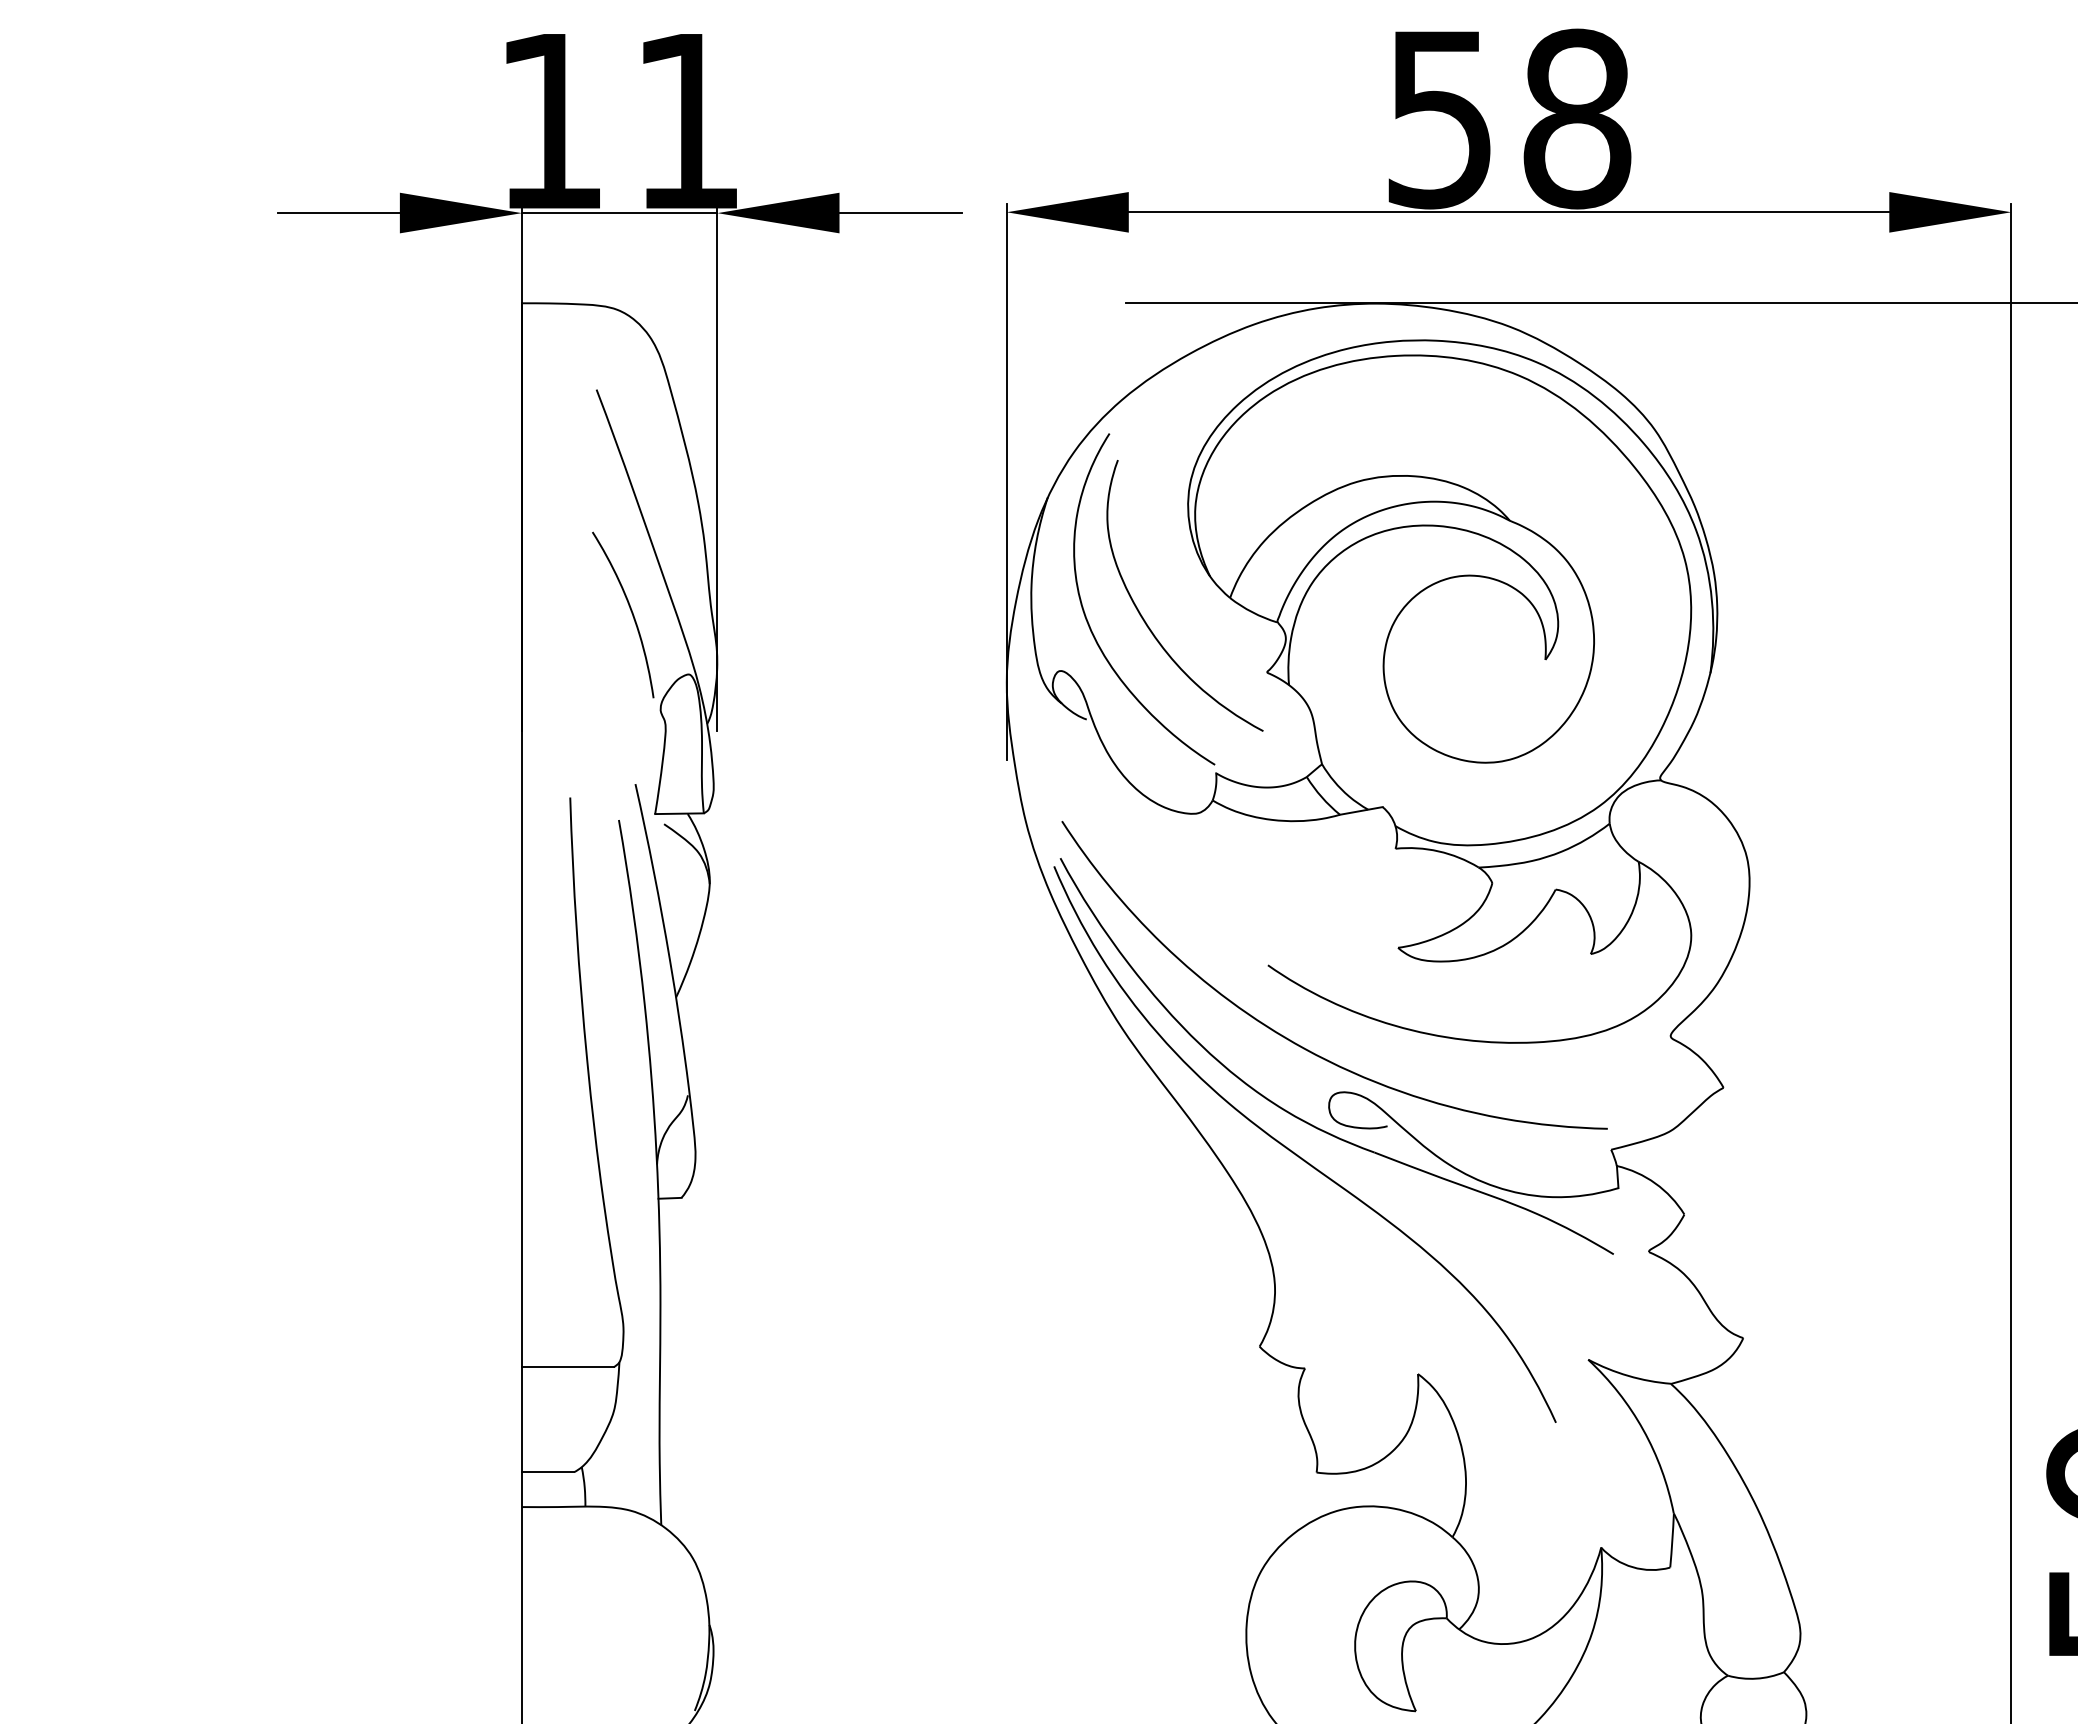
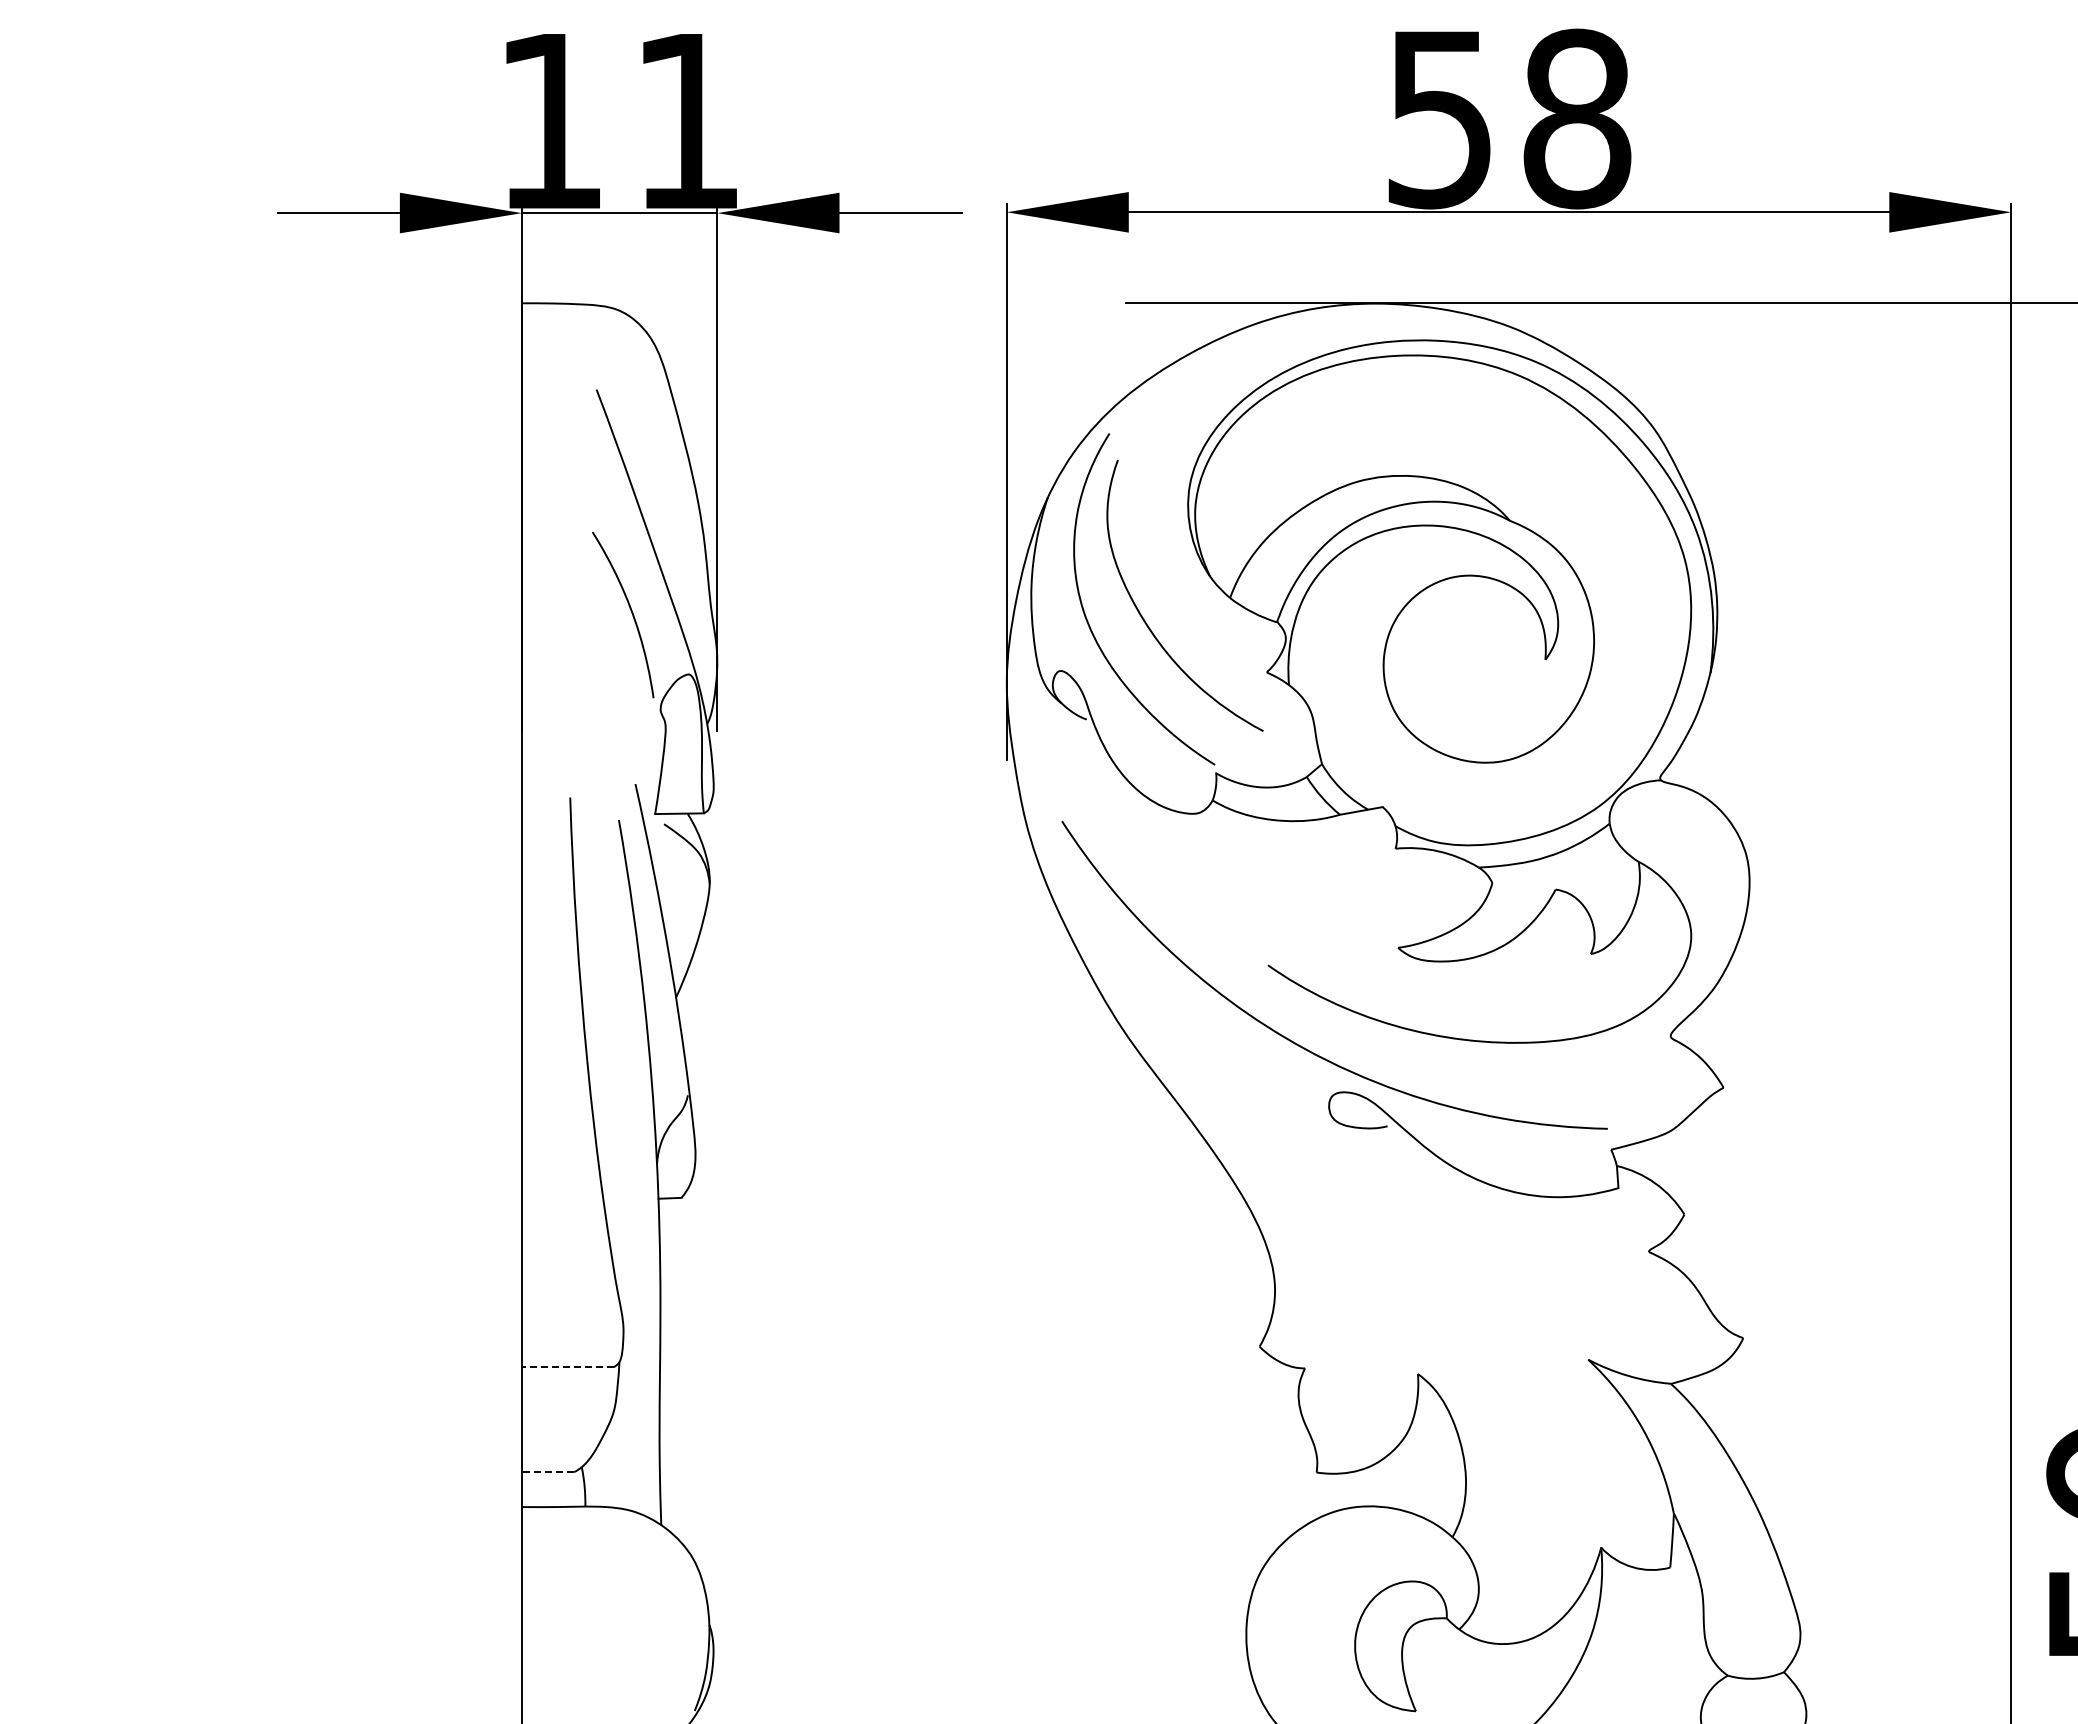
part at (1333, 1140): present -> none
line at (567, 1367): solid -> dashed
line at (547, 1472): solid -> dashed
